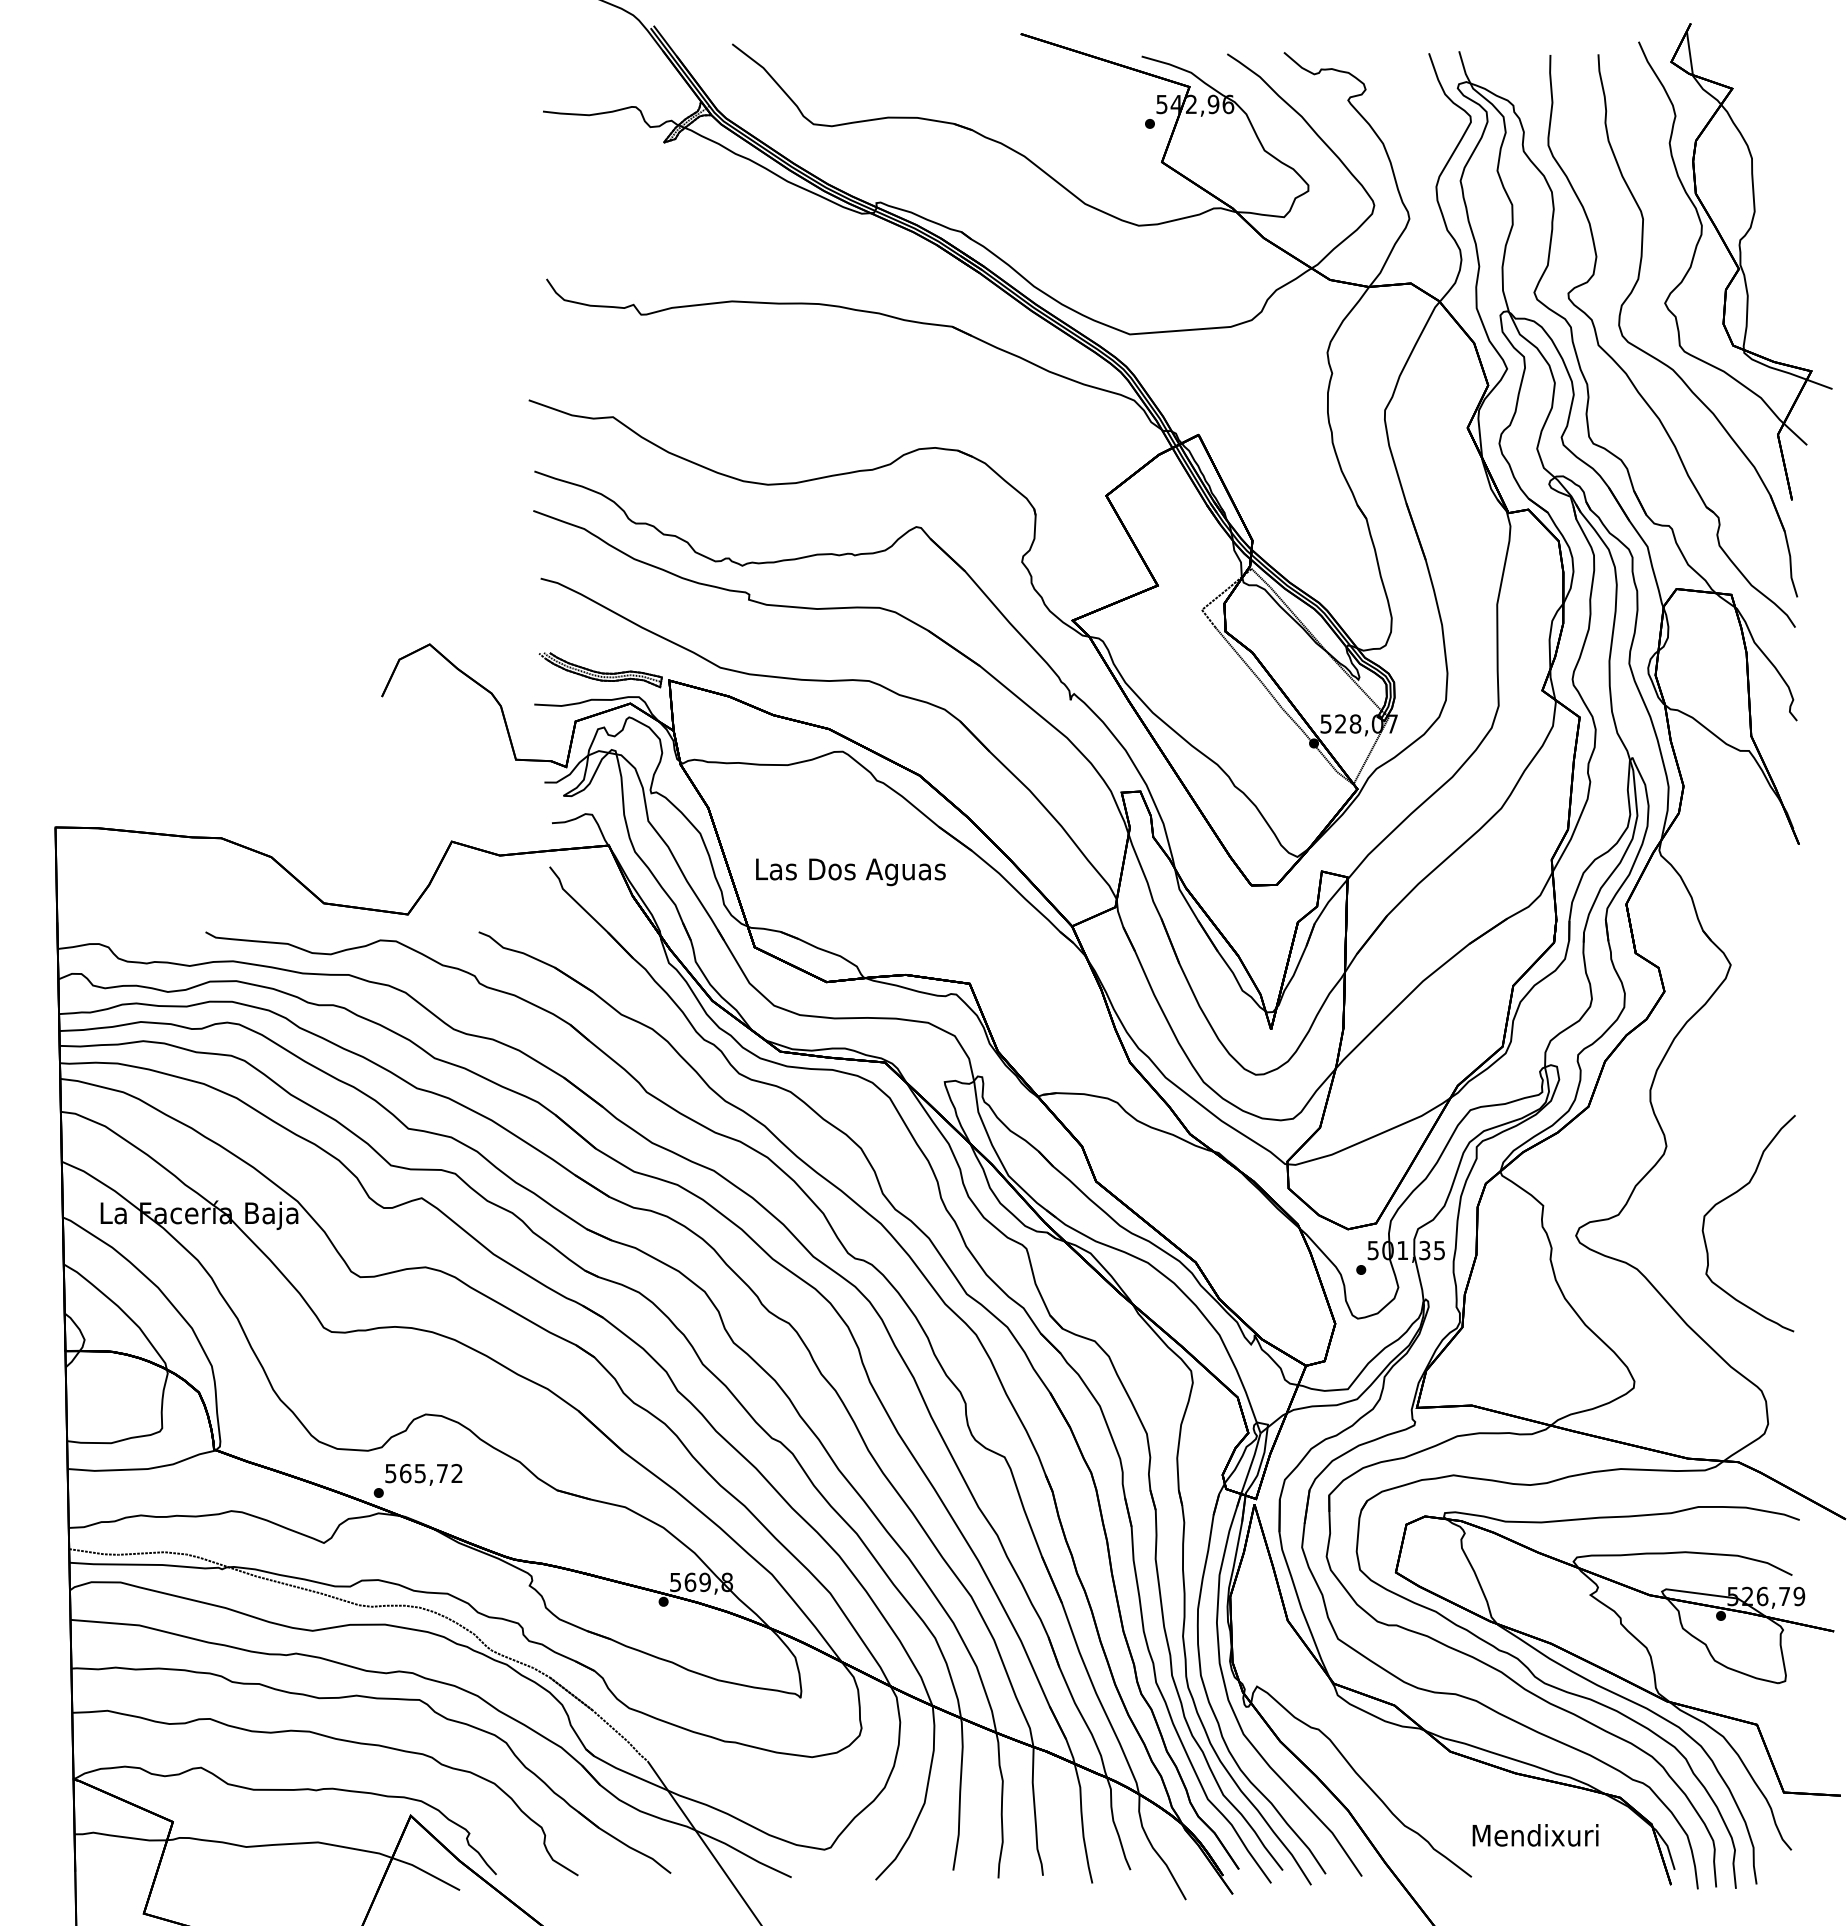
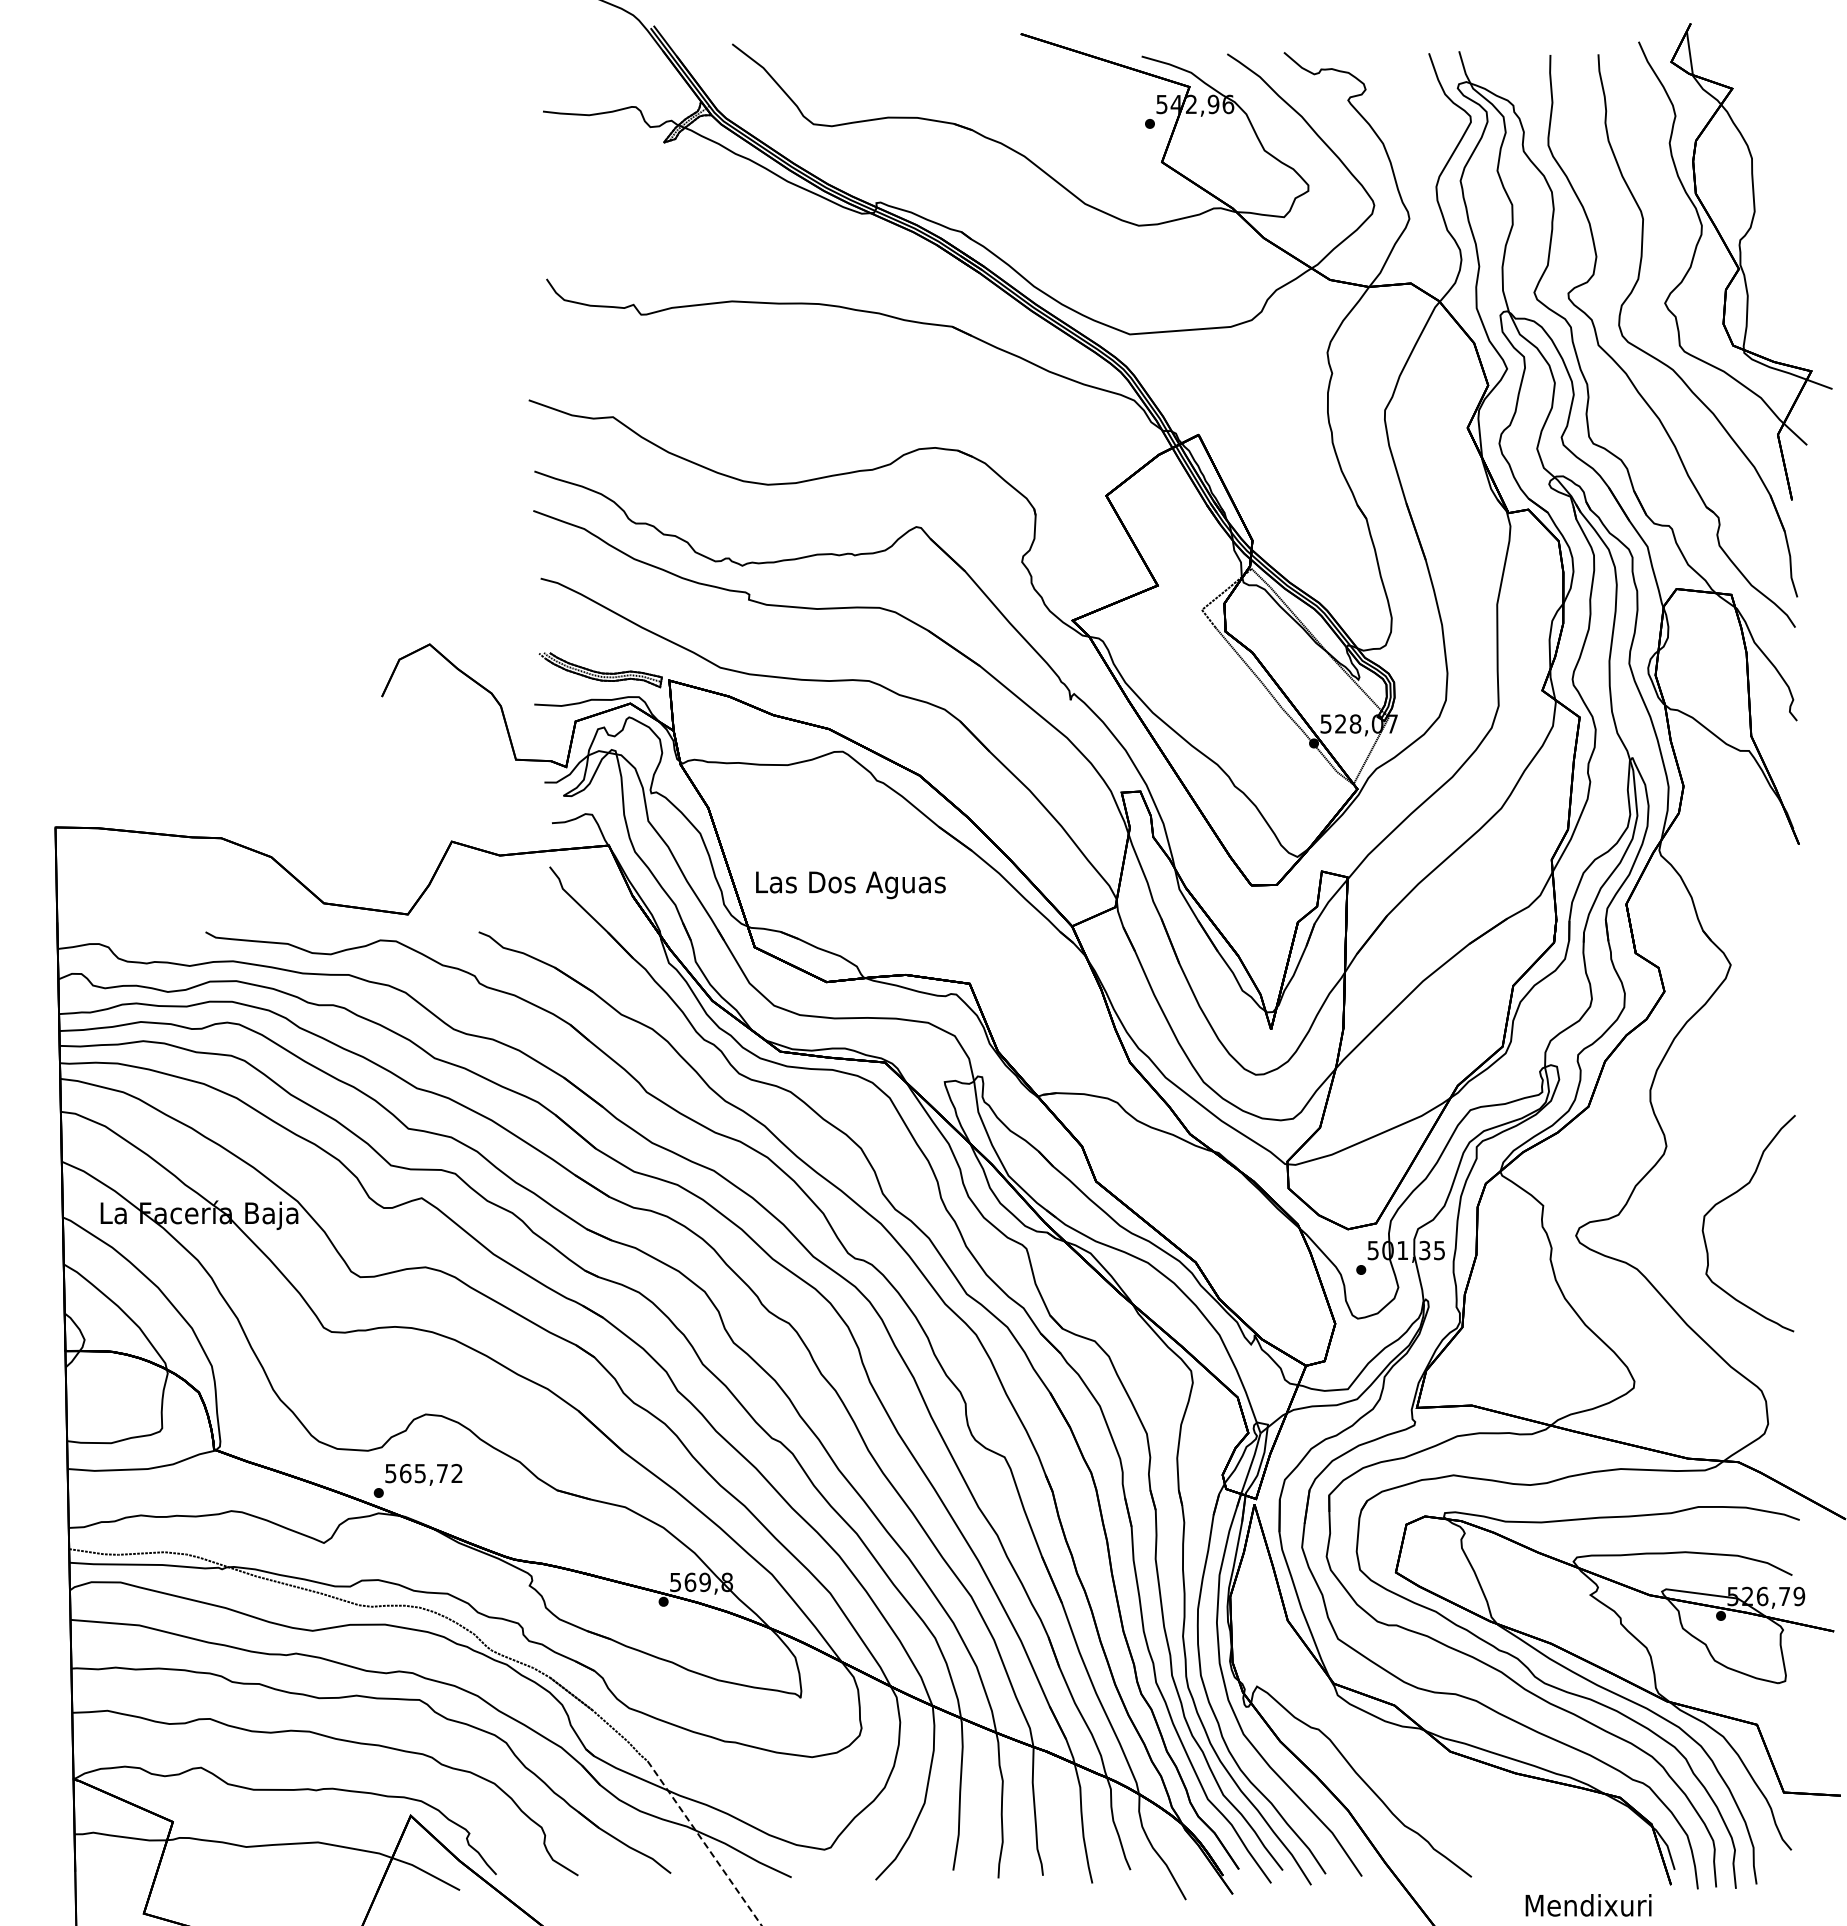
text at (850, 872) position: (850, 872) -> (850, 885)
text at (1535, 1835) position: (1535, 1835) -> (1588, 1905)
line at (704, 1843): solid -> dashed
